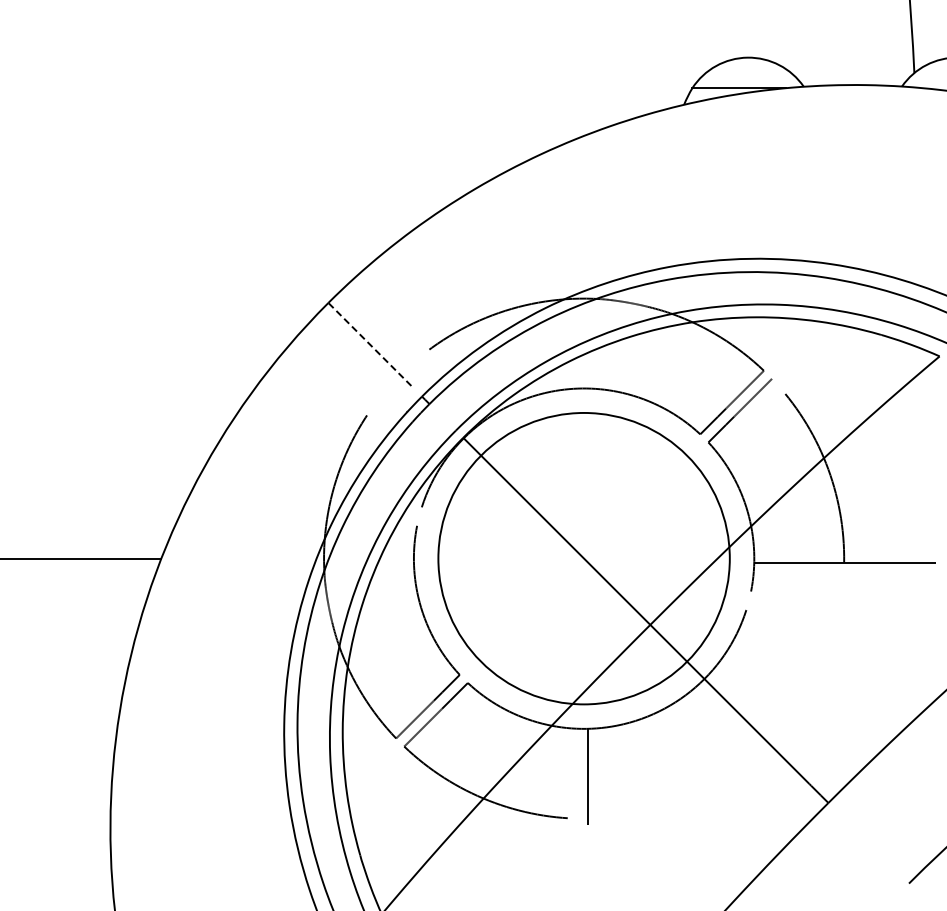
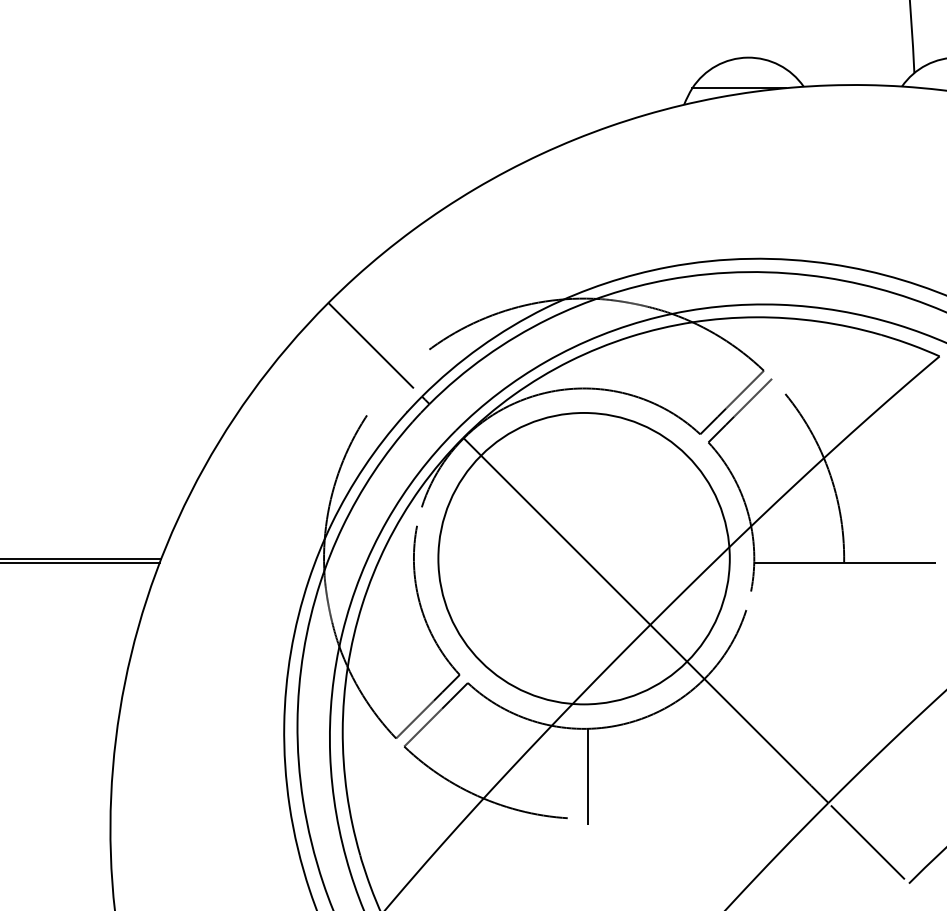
line at (370, 345): dashed -> solid
line at (80, 562): none -> present
line at (867, 842): none -> present
